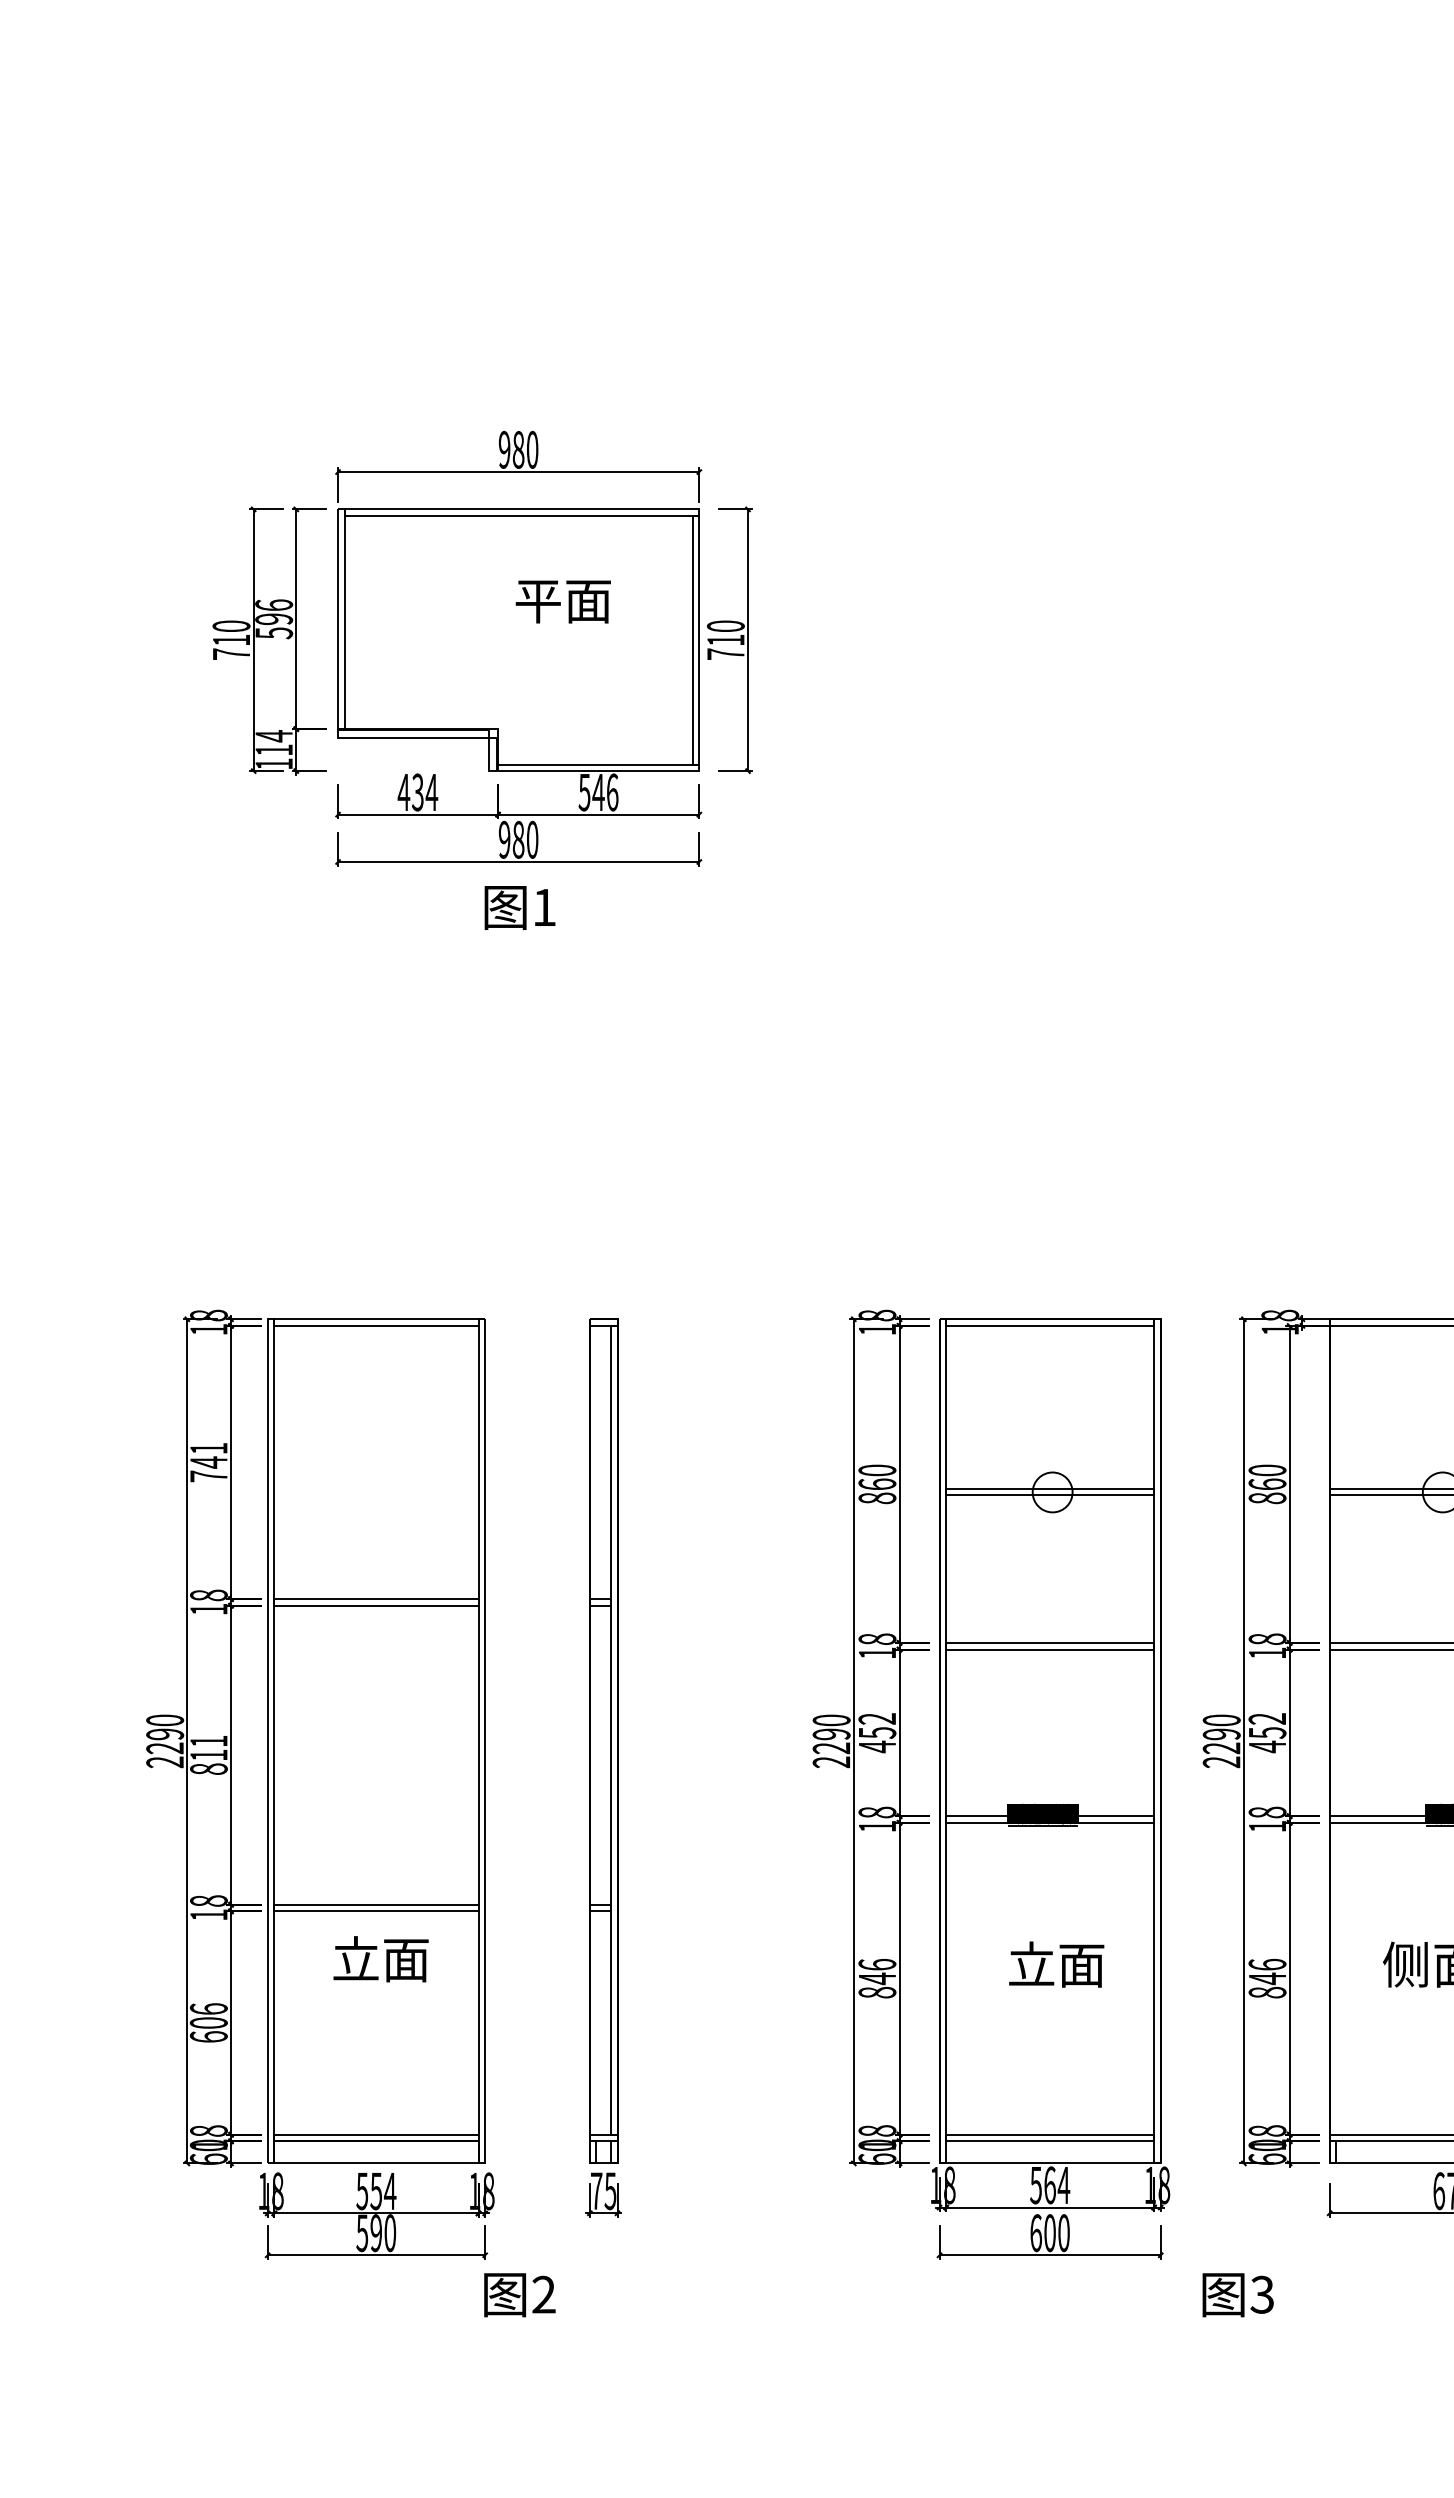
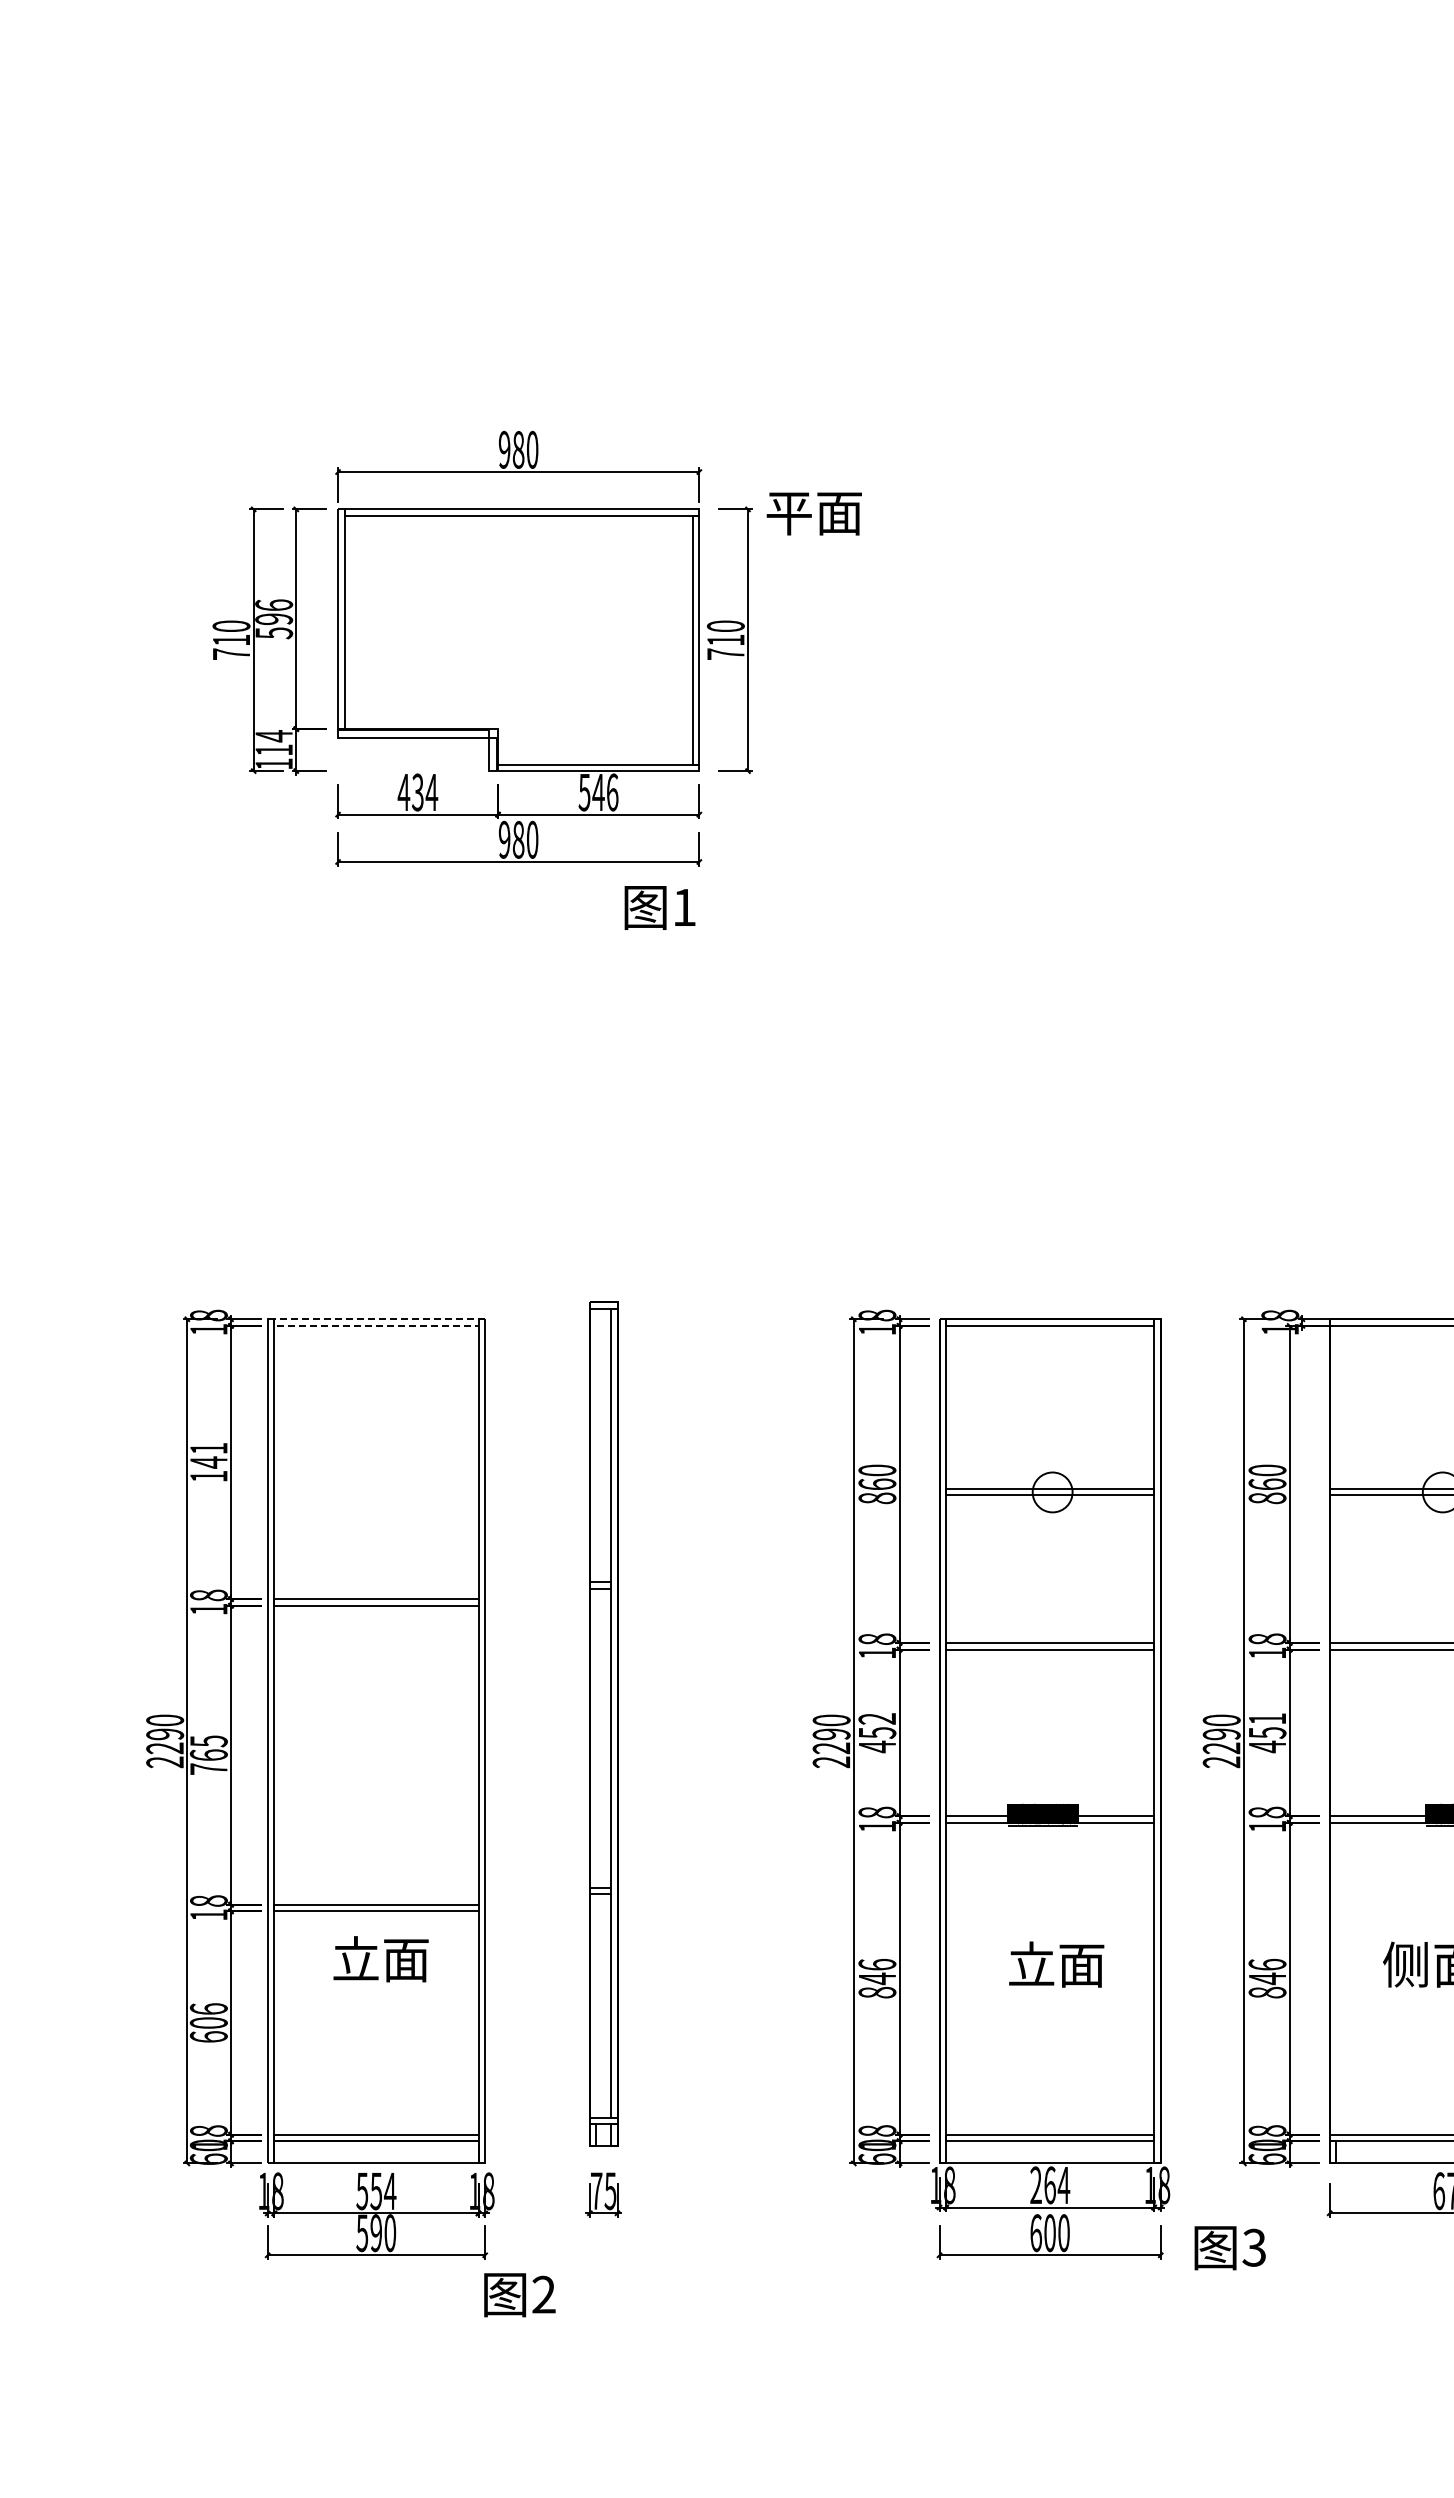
text at (562, 601) position: (562, 601) -> (813, 513)
text at (519, 907) position: (519, 907) -> (659, 907)
line at (274, 1320): solid -> dashed
text at (208, 1476): 741 -> 141
text at (1266, 1718): 452 -> 451
part at (603, 1740) position: (603, 1740) -> (603, 1723)
text at (208, 1754): 811 -> 765
text at (1035, 2185): 564 -> 264
text at (1237, 2295) position: (1237, 2295) -> (1229, 2248)
